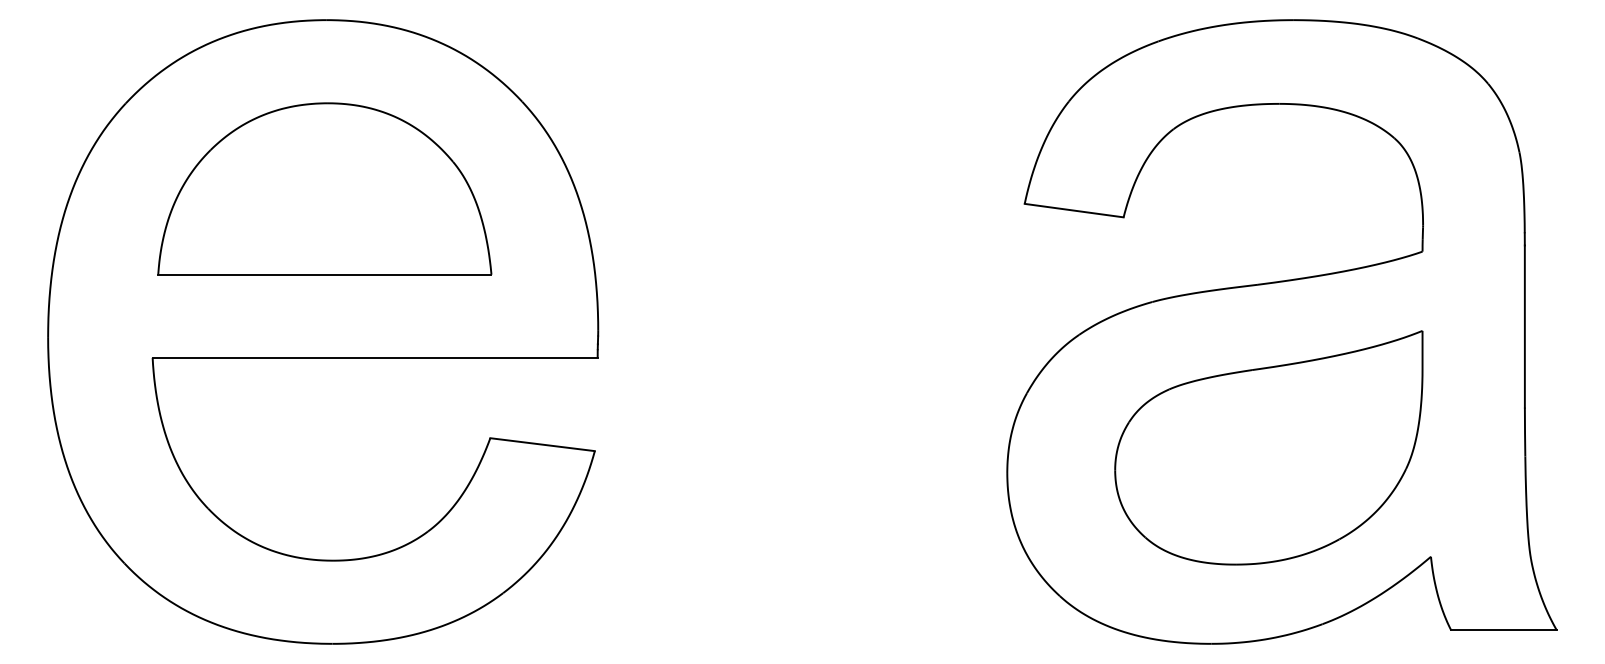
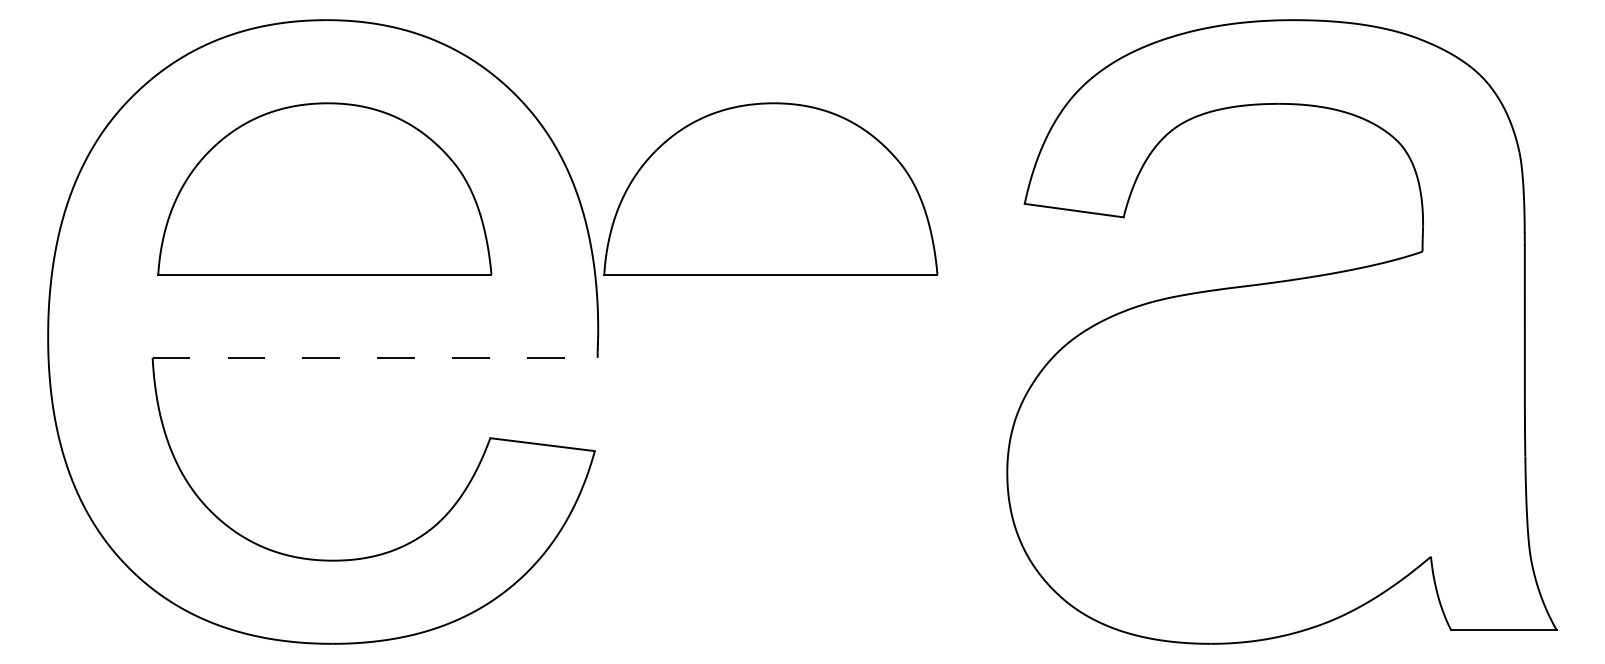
part at (770, 188): none -> present
line at (375, 357): solid -> dashed
part at (1268, 447): present -> none
